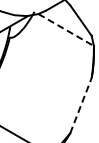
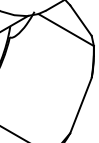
line at (66, 30): dashed -> solid
line at (80, 105): dashed -> solid
